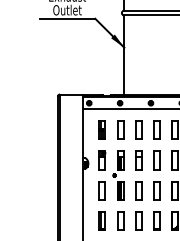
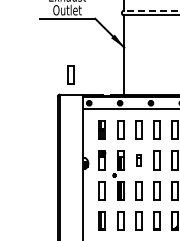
line at (151, 10): solid -> dashed
part at (70, 74): none -> present
part at (138, 160) size: 8x21 px -> 6x13 px
